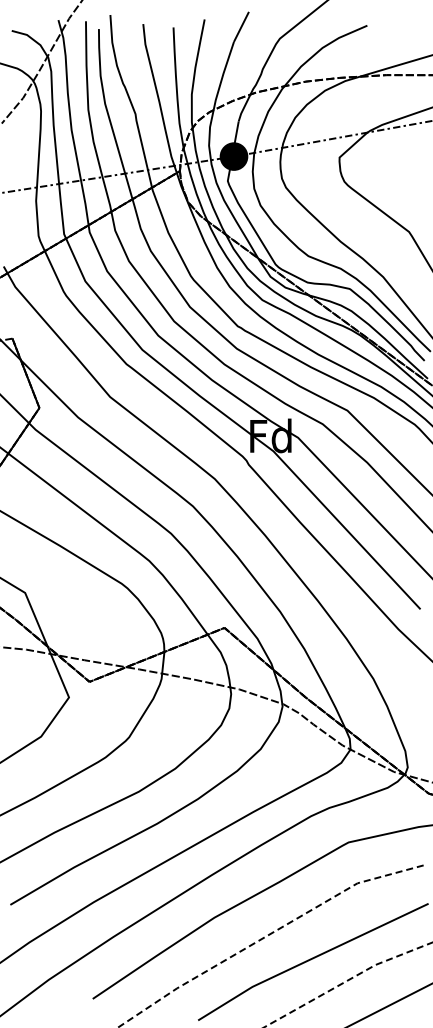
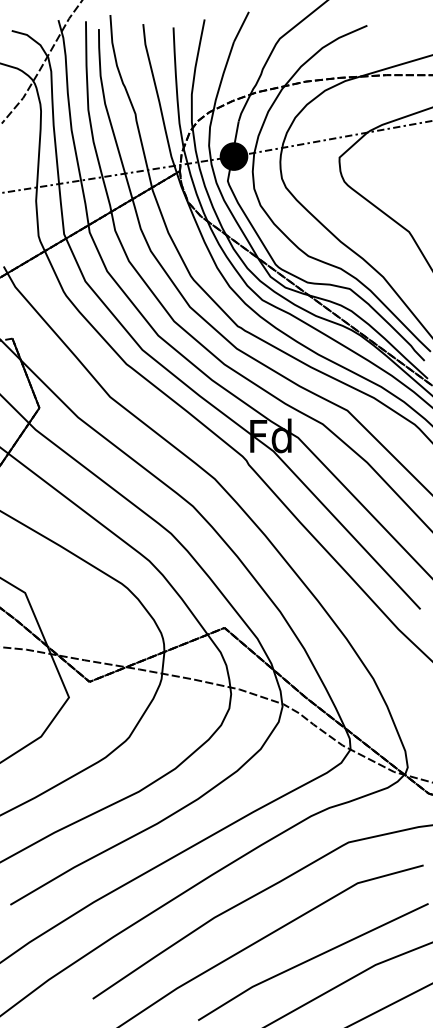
line at (266, 936): dashed -> solid
line at (346, 981): dashed -> solid
